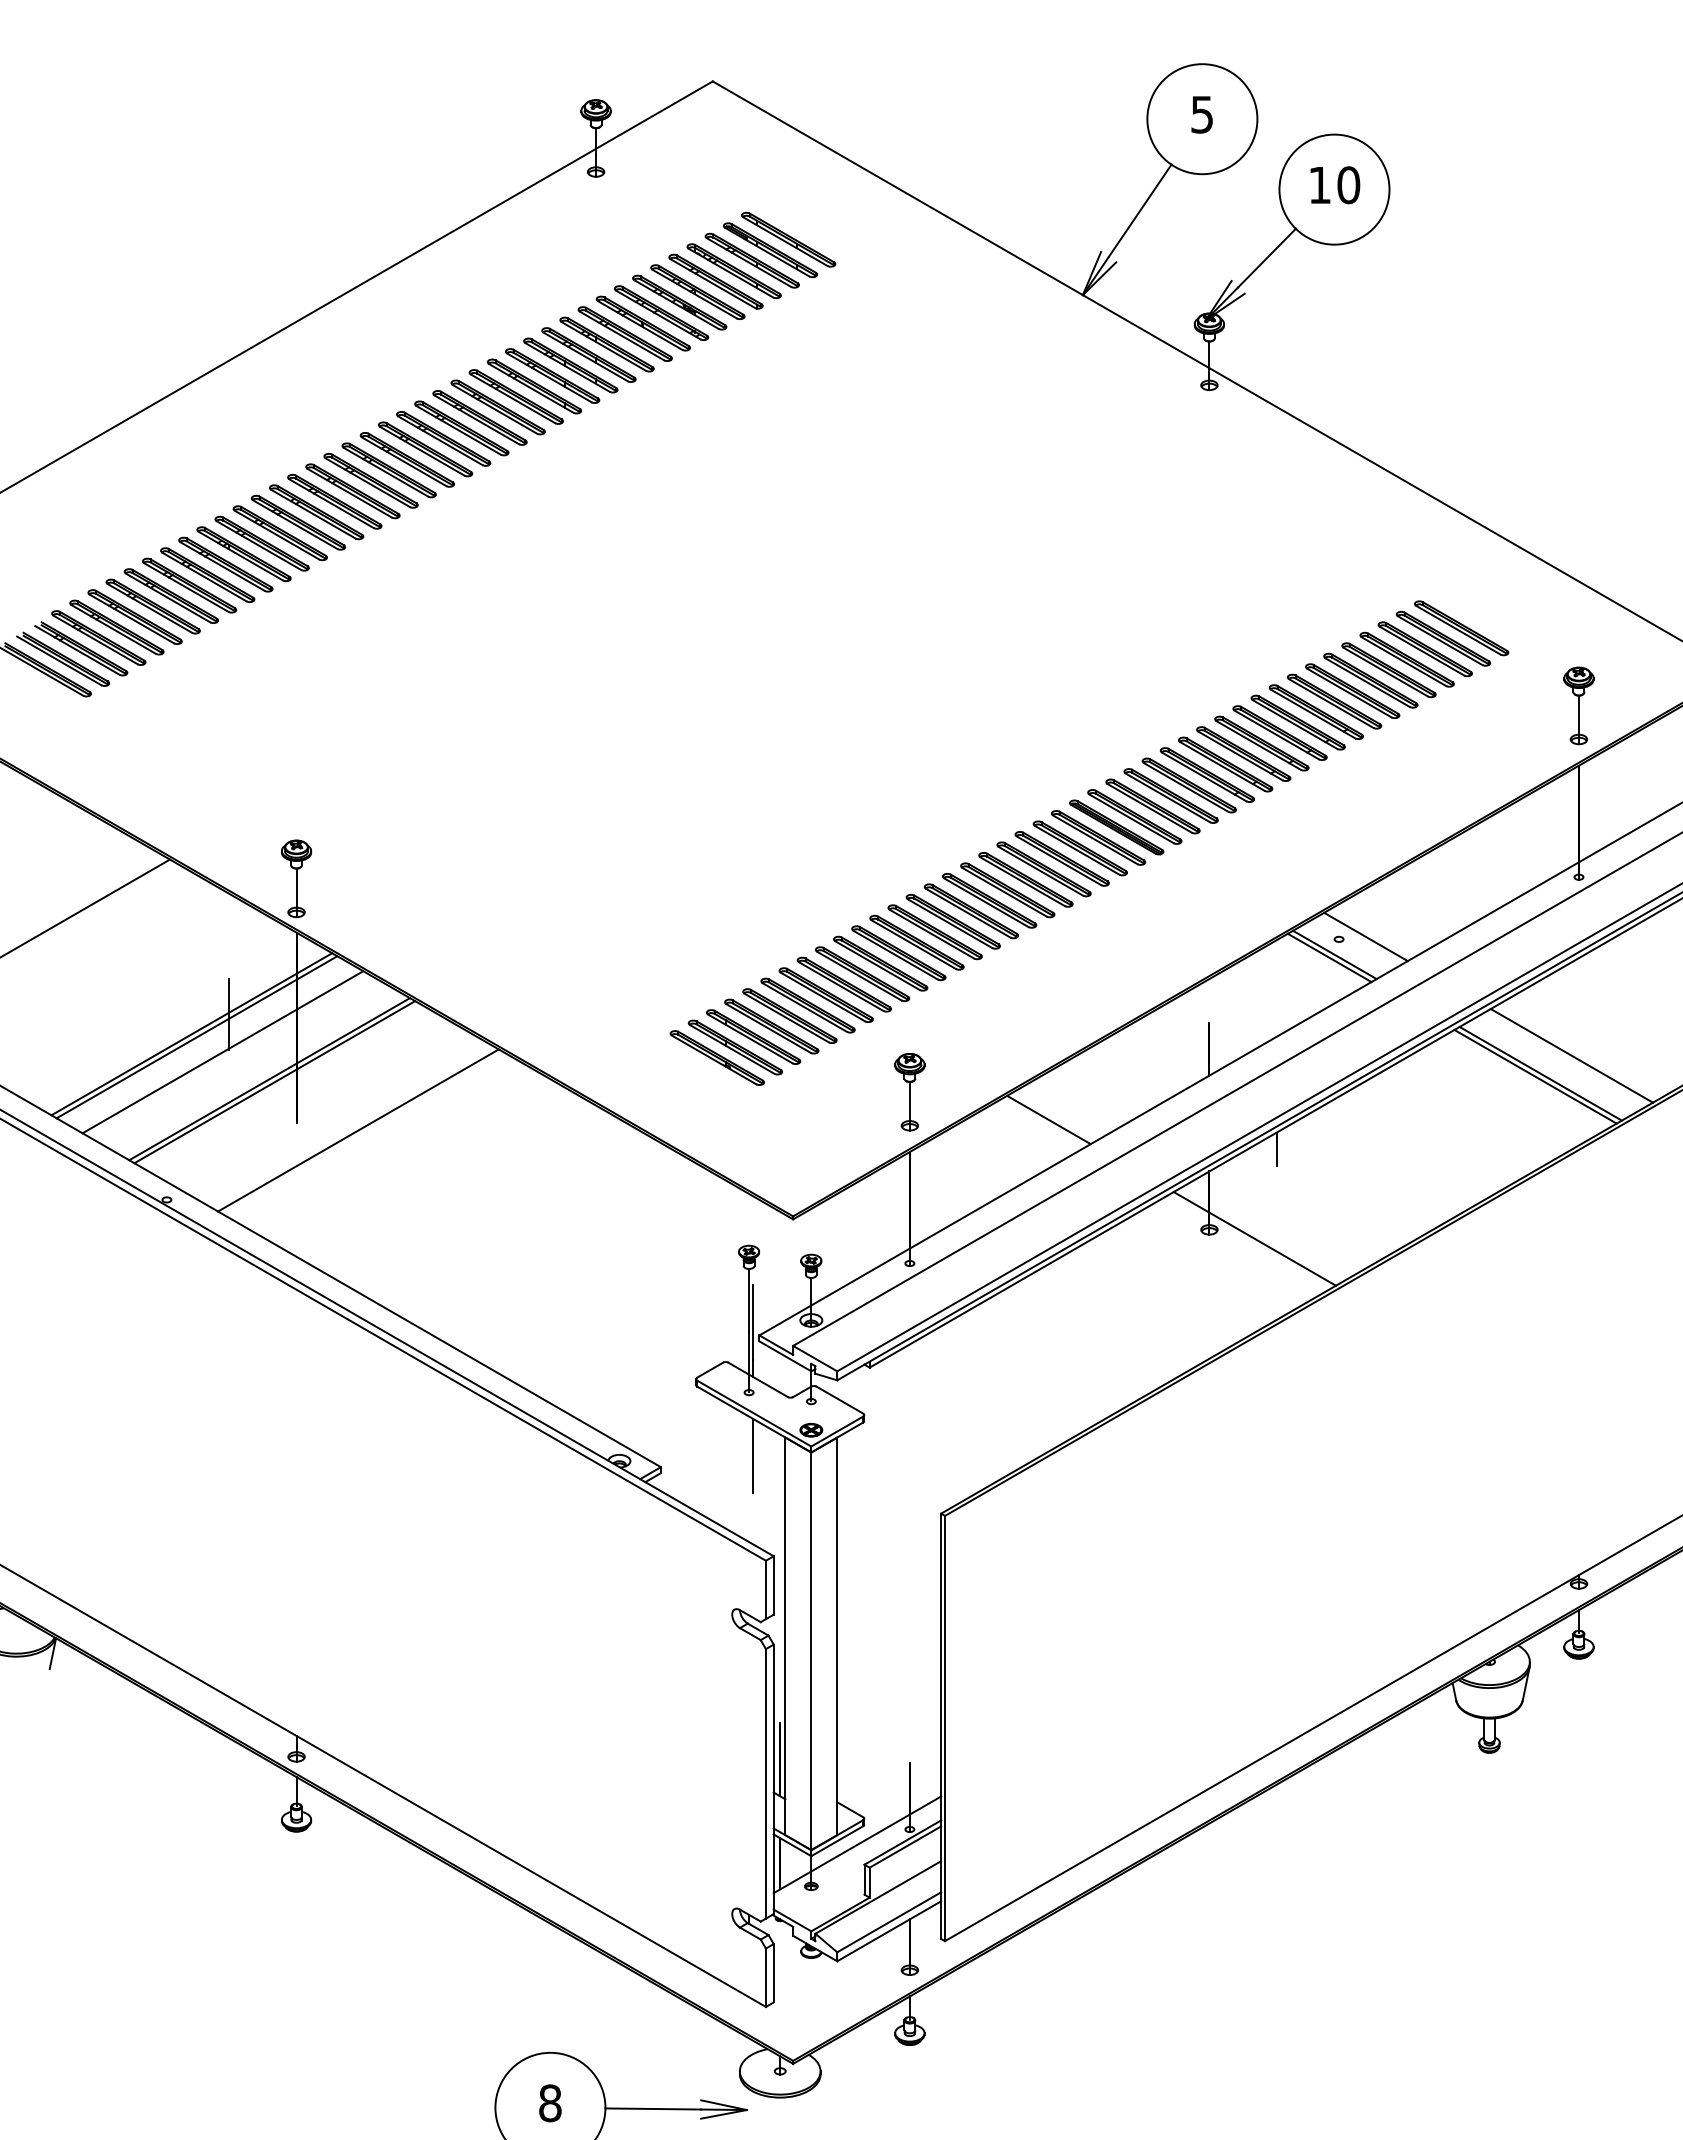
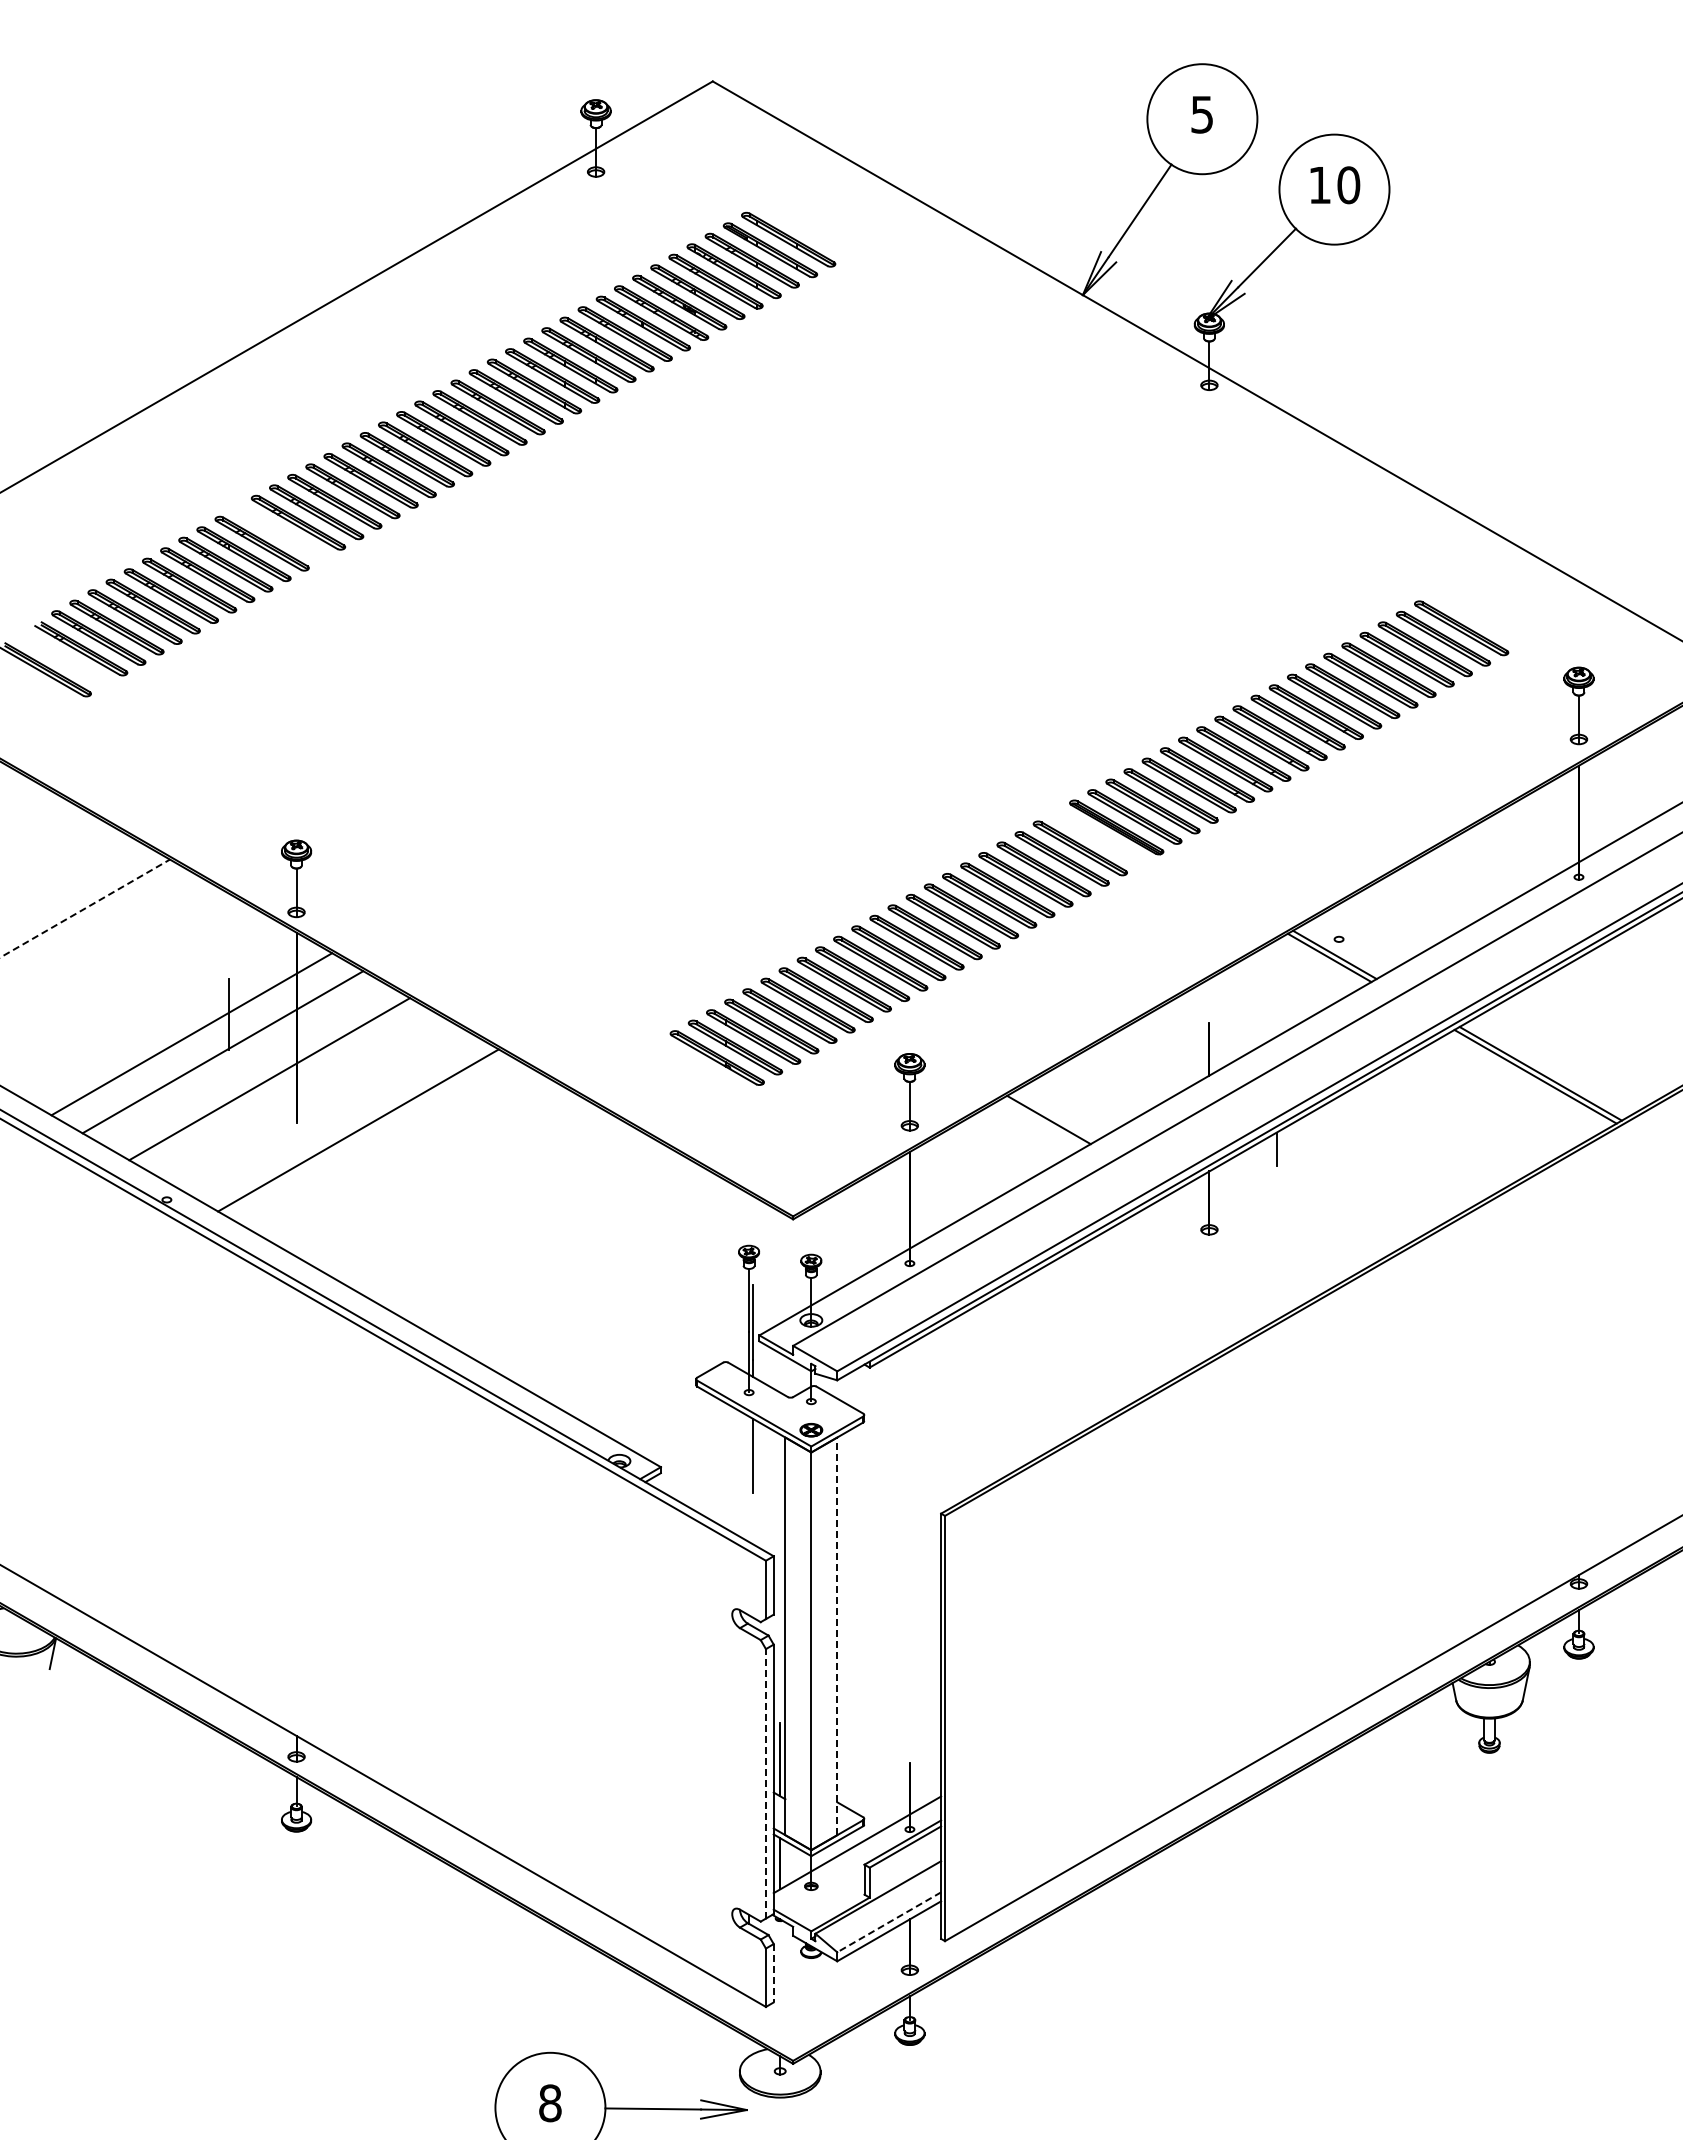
part at (279, 533): present -> none
part at (63, 658): present -> none
part at (1098, 837): present -> none
line at (85, 908): solid -> dashed
line at (1365, 936): present -> none
line at (196, 1037): present -> none
line at (1571, 1055): present -> none
line at (274, 1082): present -> none
line at (1254, 1238): present -> none
line at (837, 1636): solid -> dashed
line at (765, 1783): solid -> dashed
line at (889, 1922): solid -> dashed
line at (773, 1973): solid -> dashed
